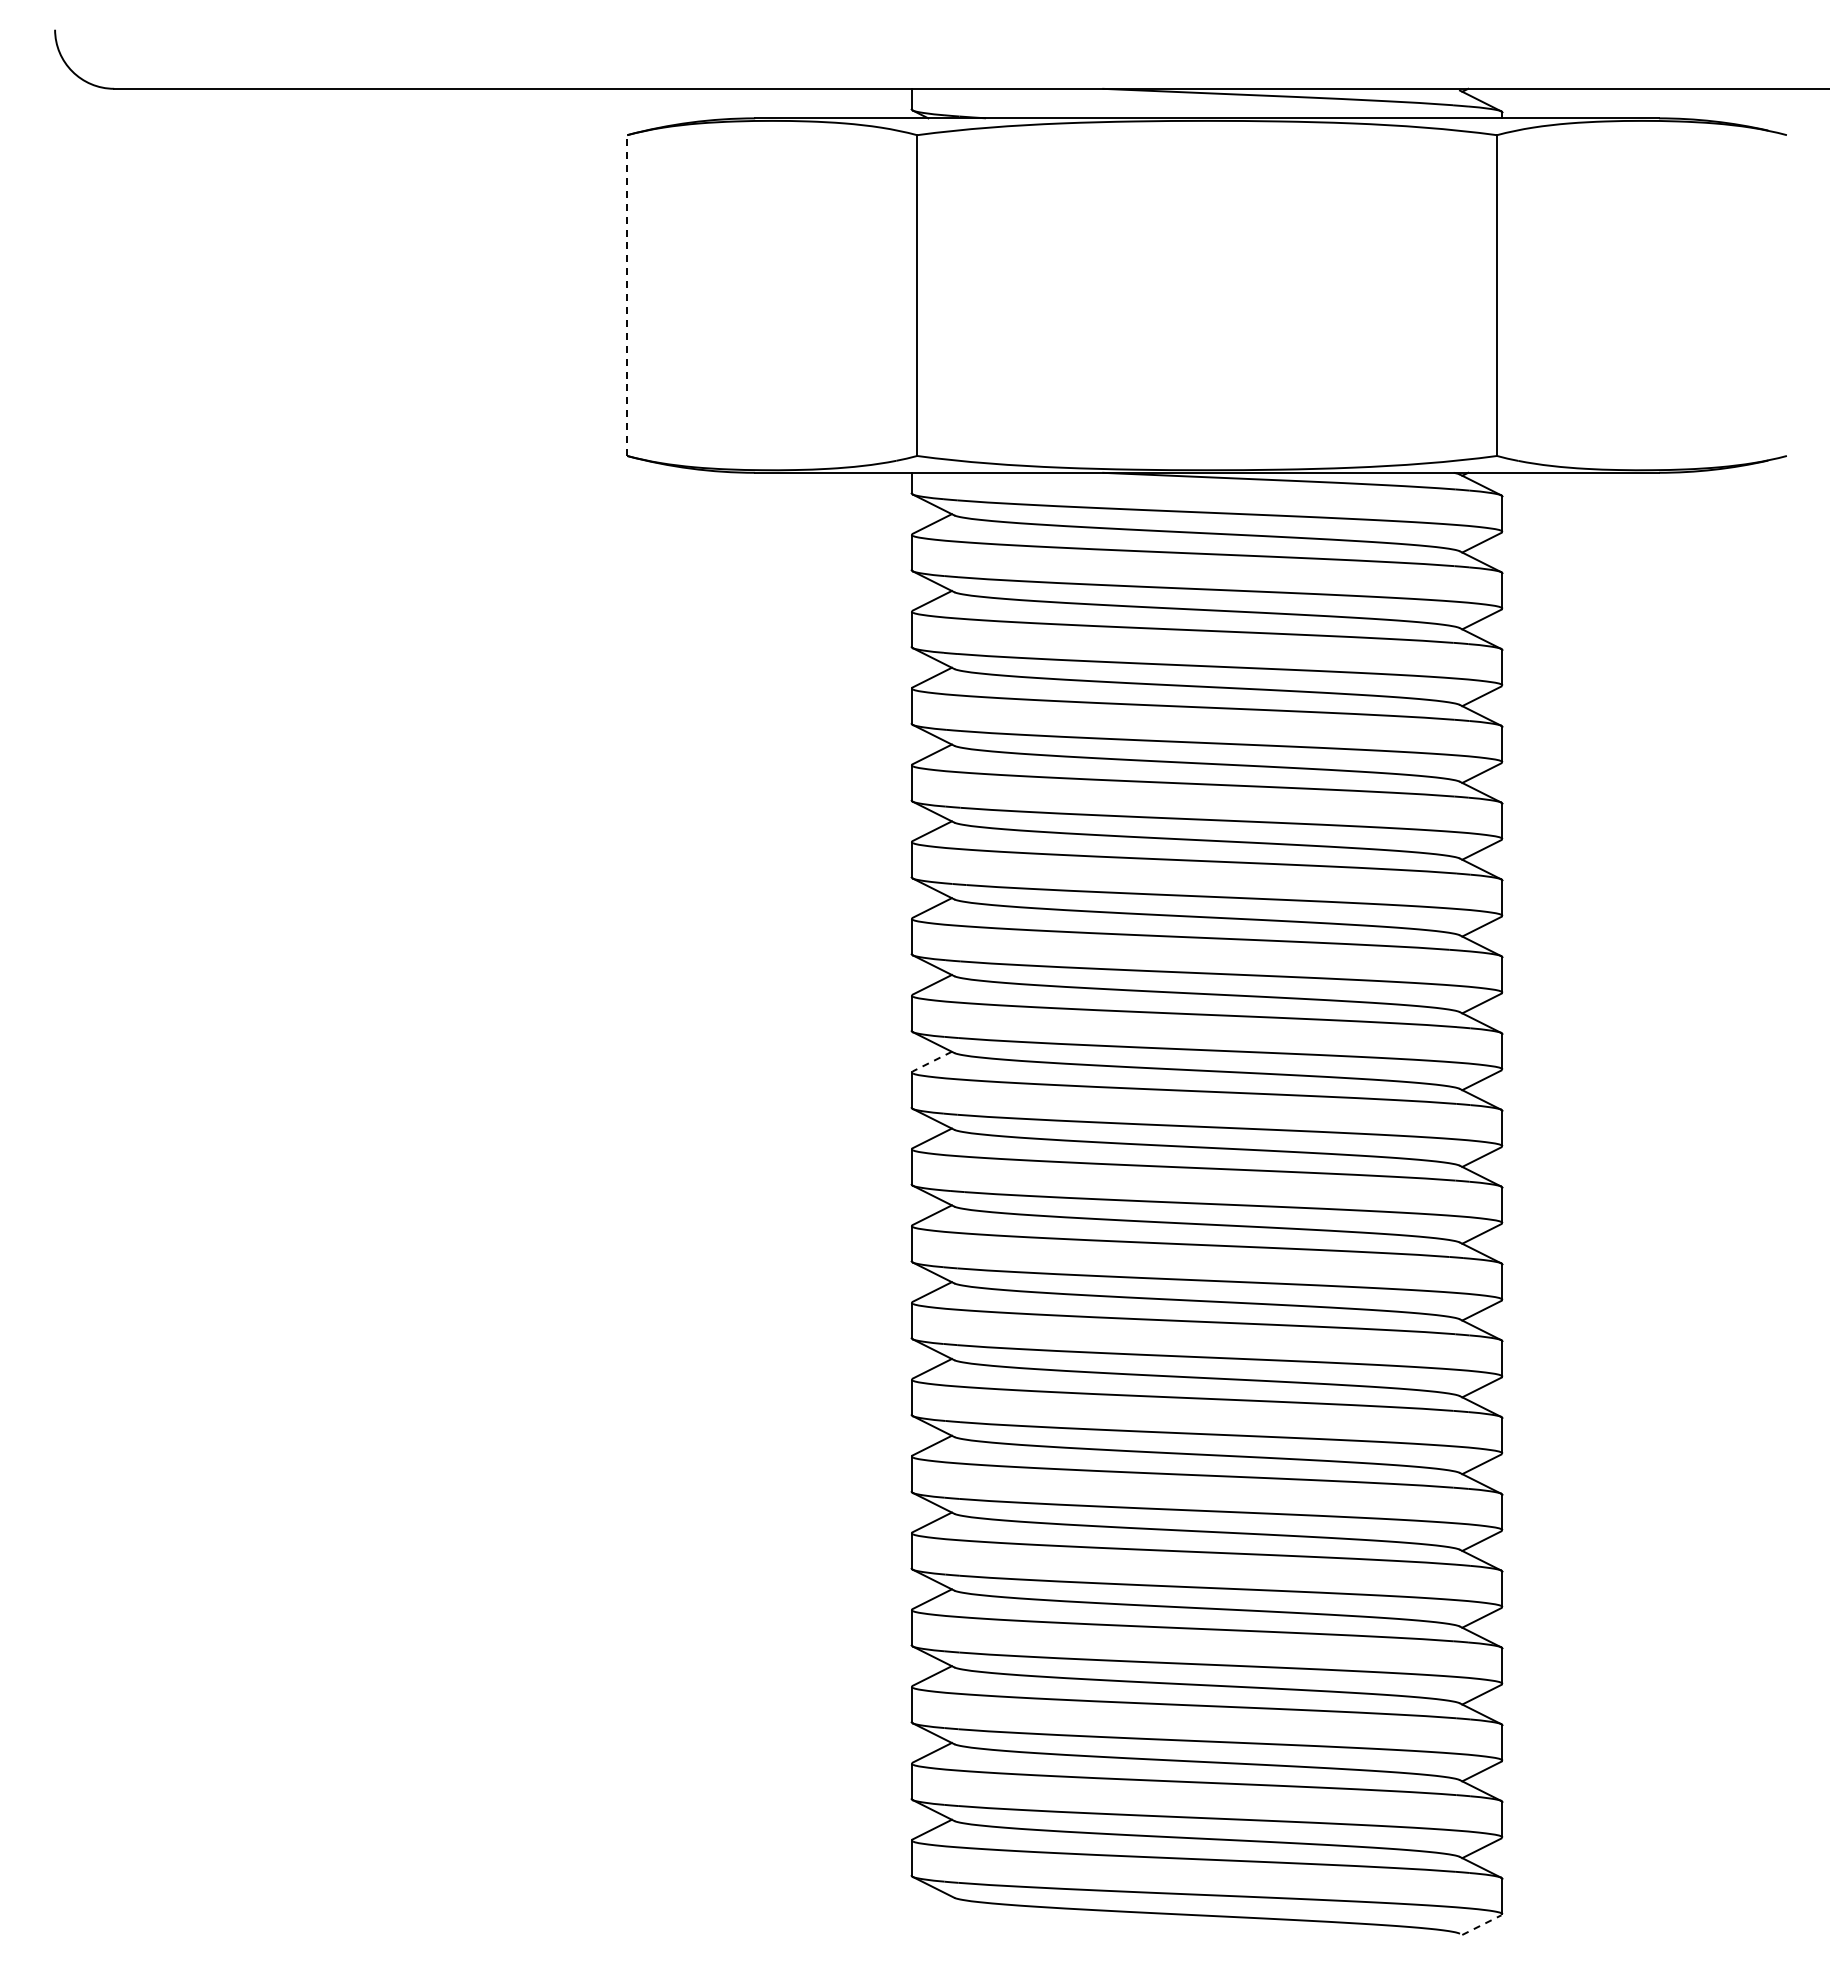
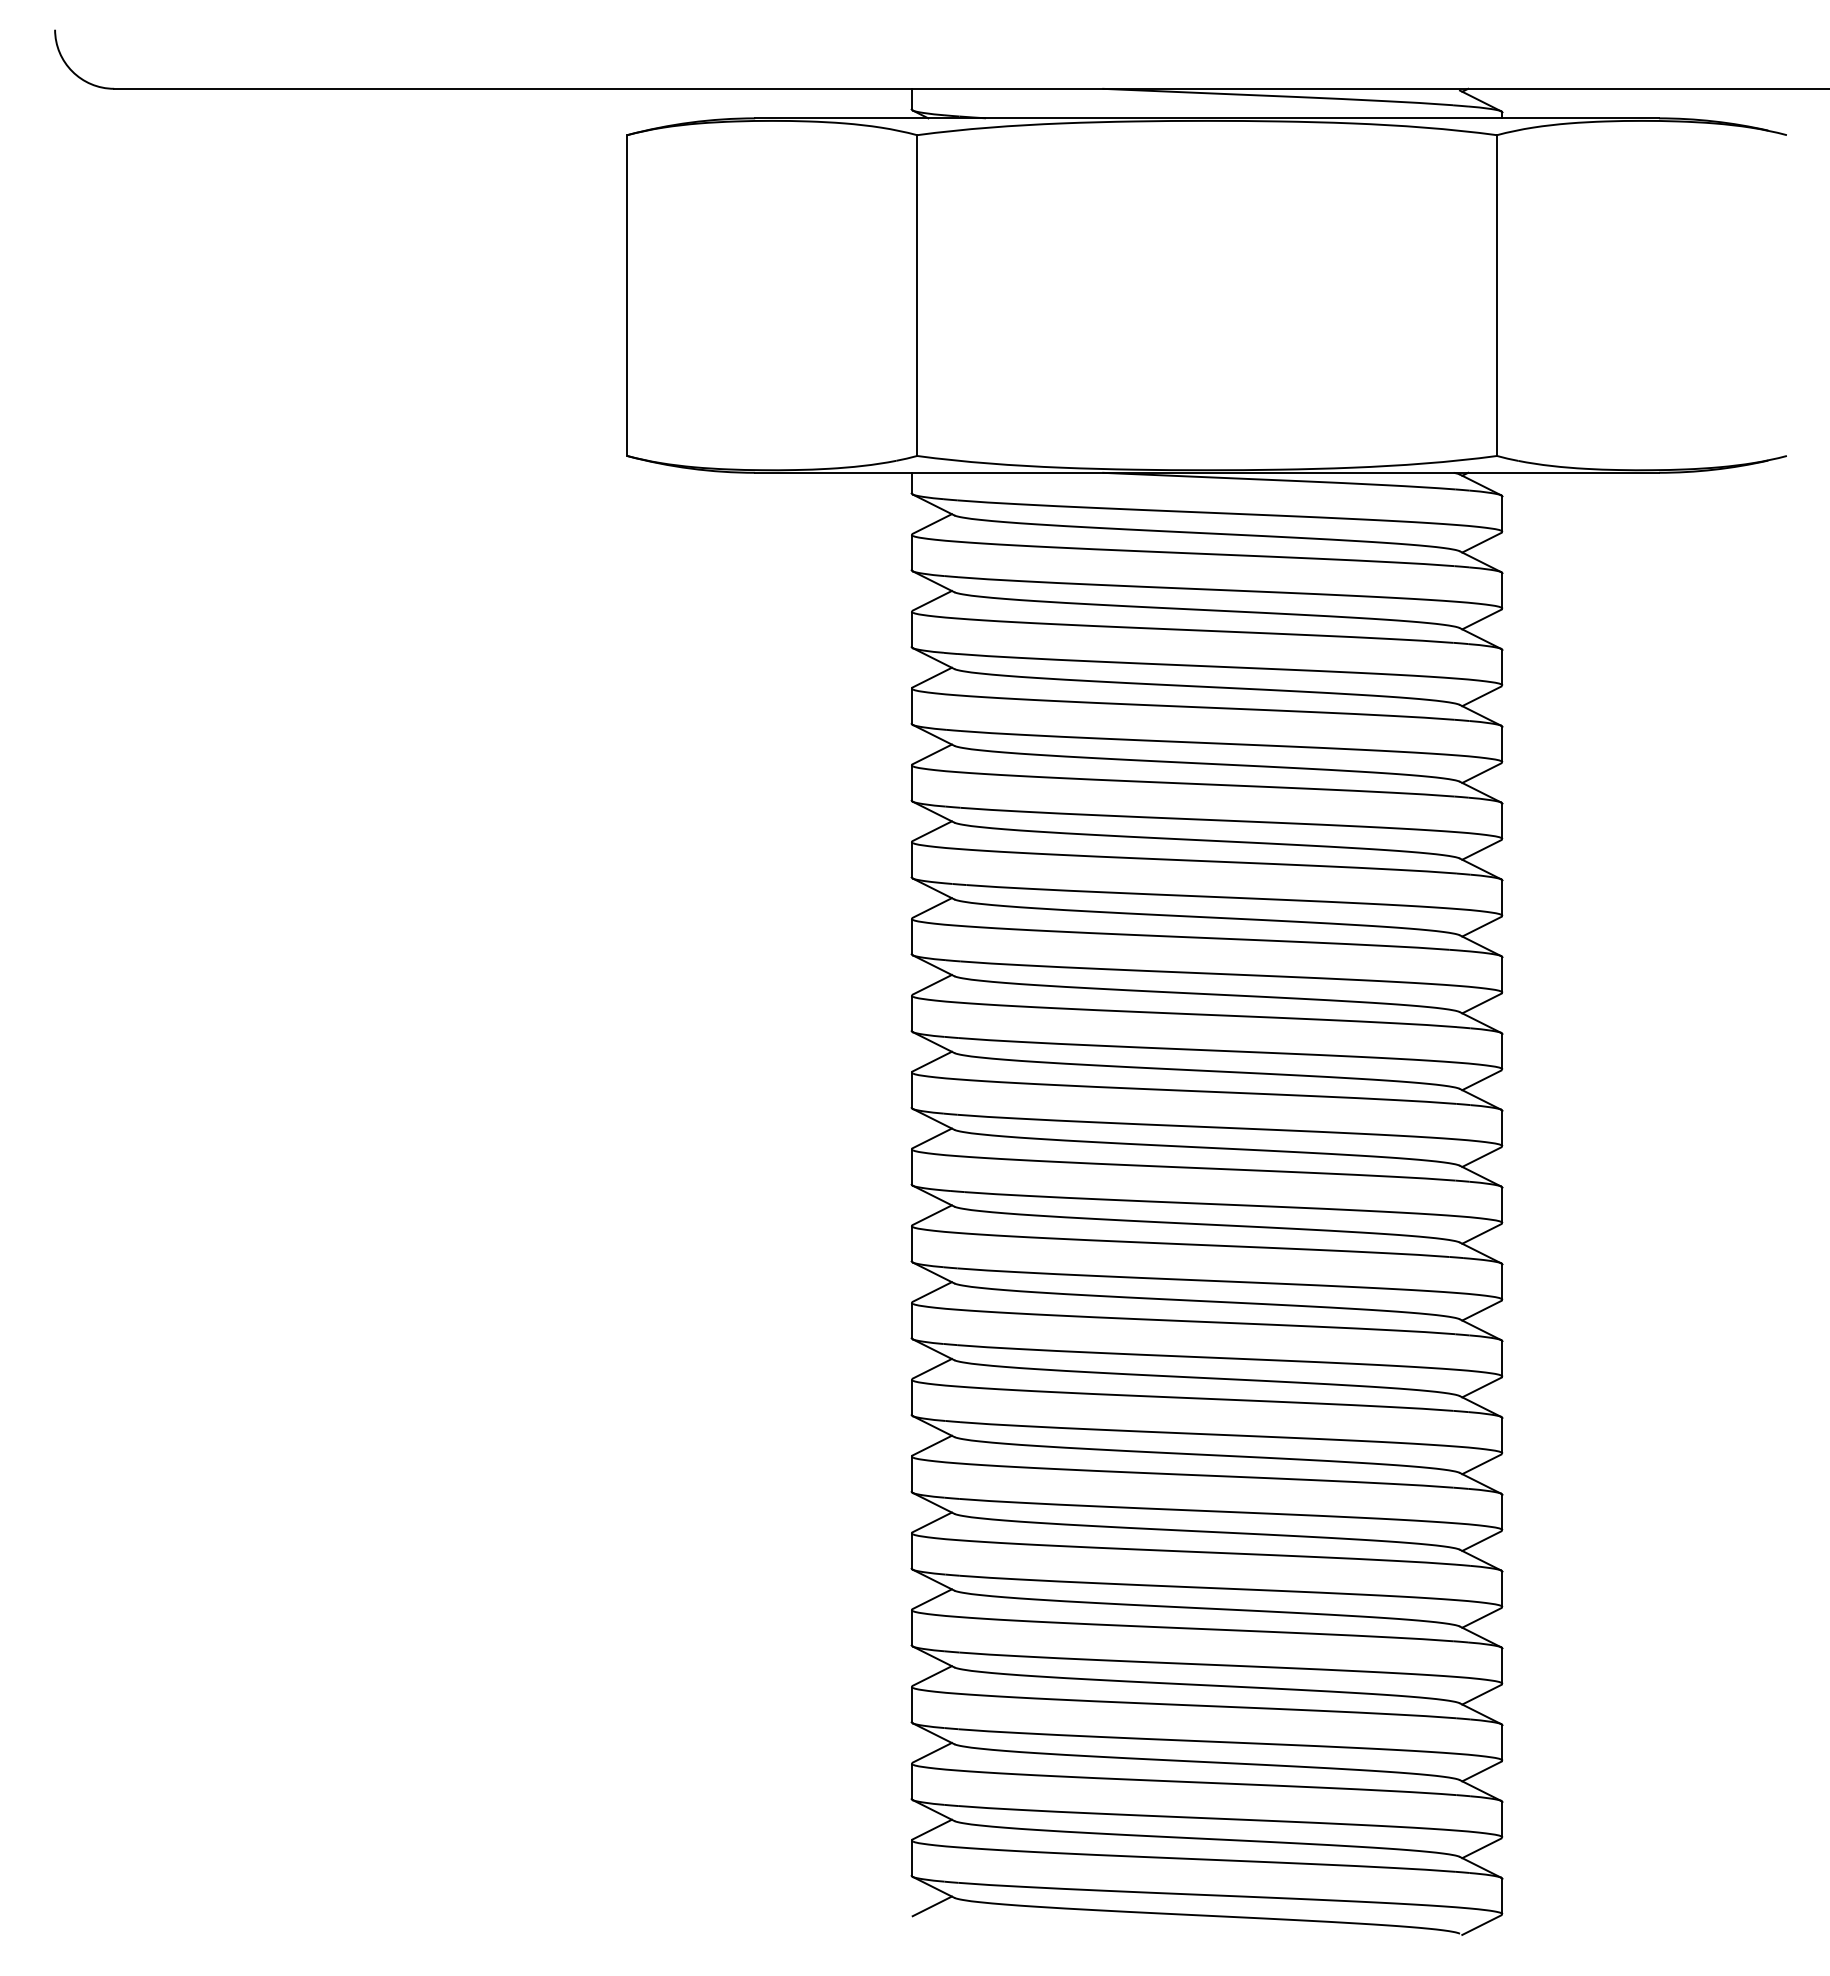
line at (627, 295): dashed -> solid
line at (932, 1061): dashed -> solid
line at (931, 1906): none -> present
line at (1481, 1925): dashed -> solid
